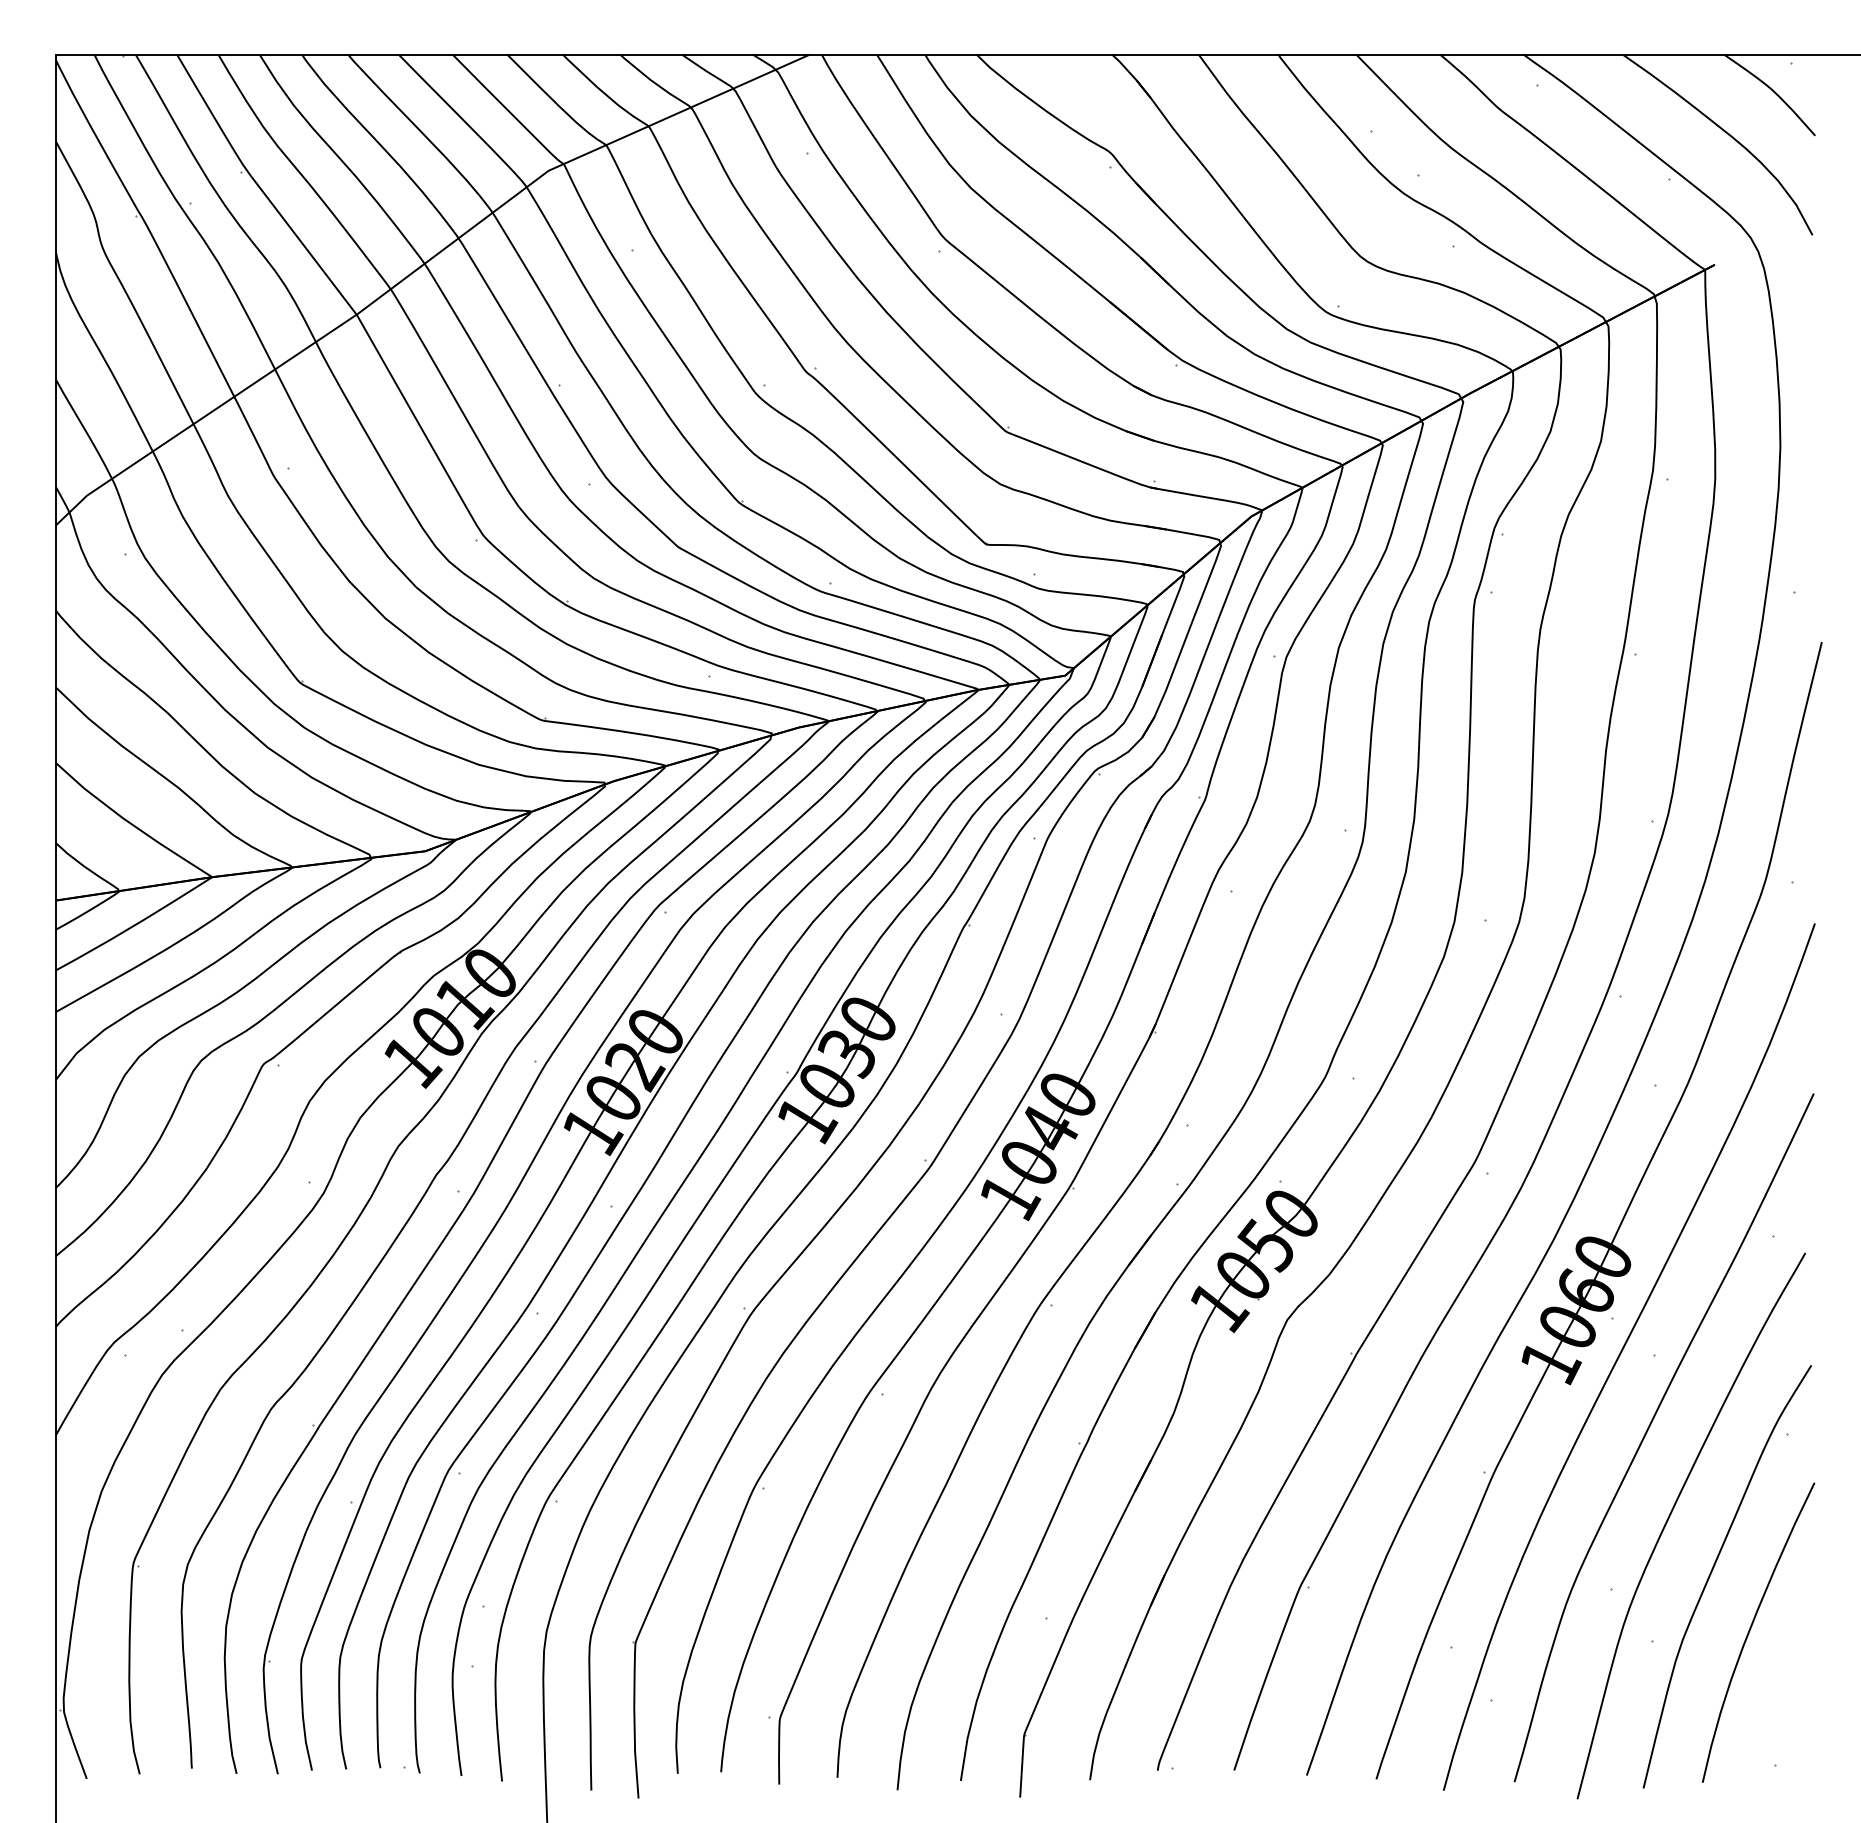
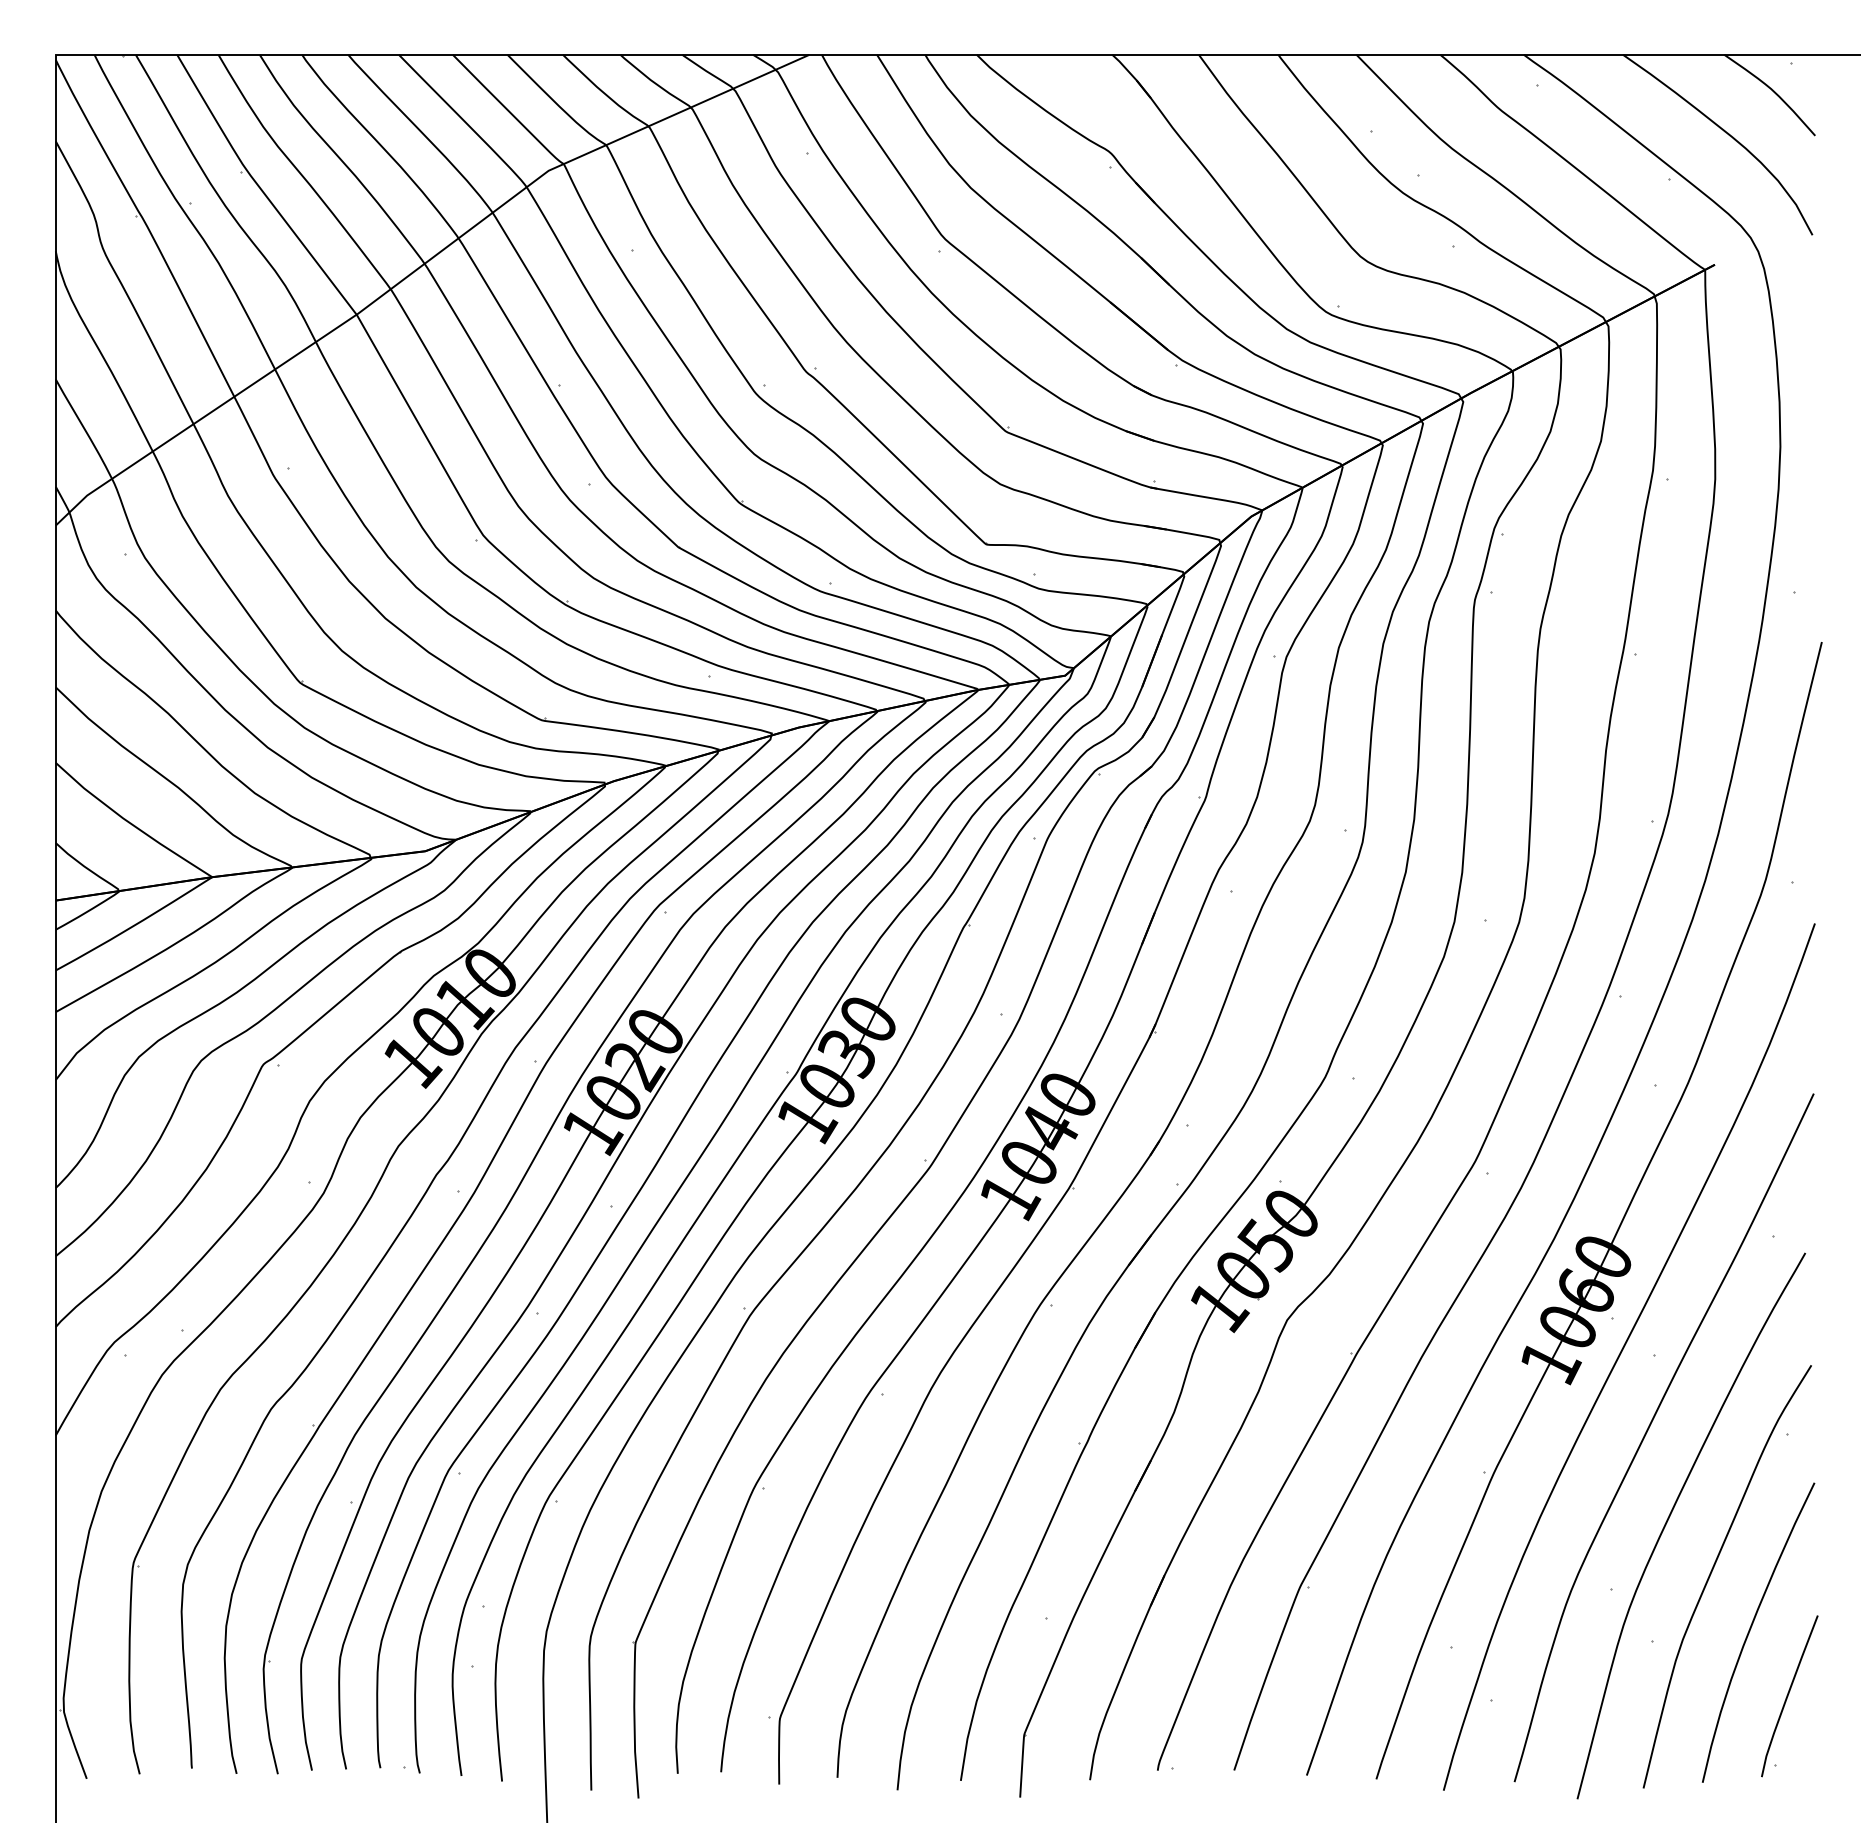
curve at (1788, 1696): none -> present
